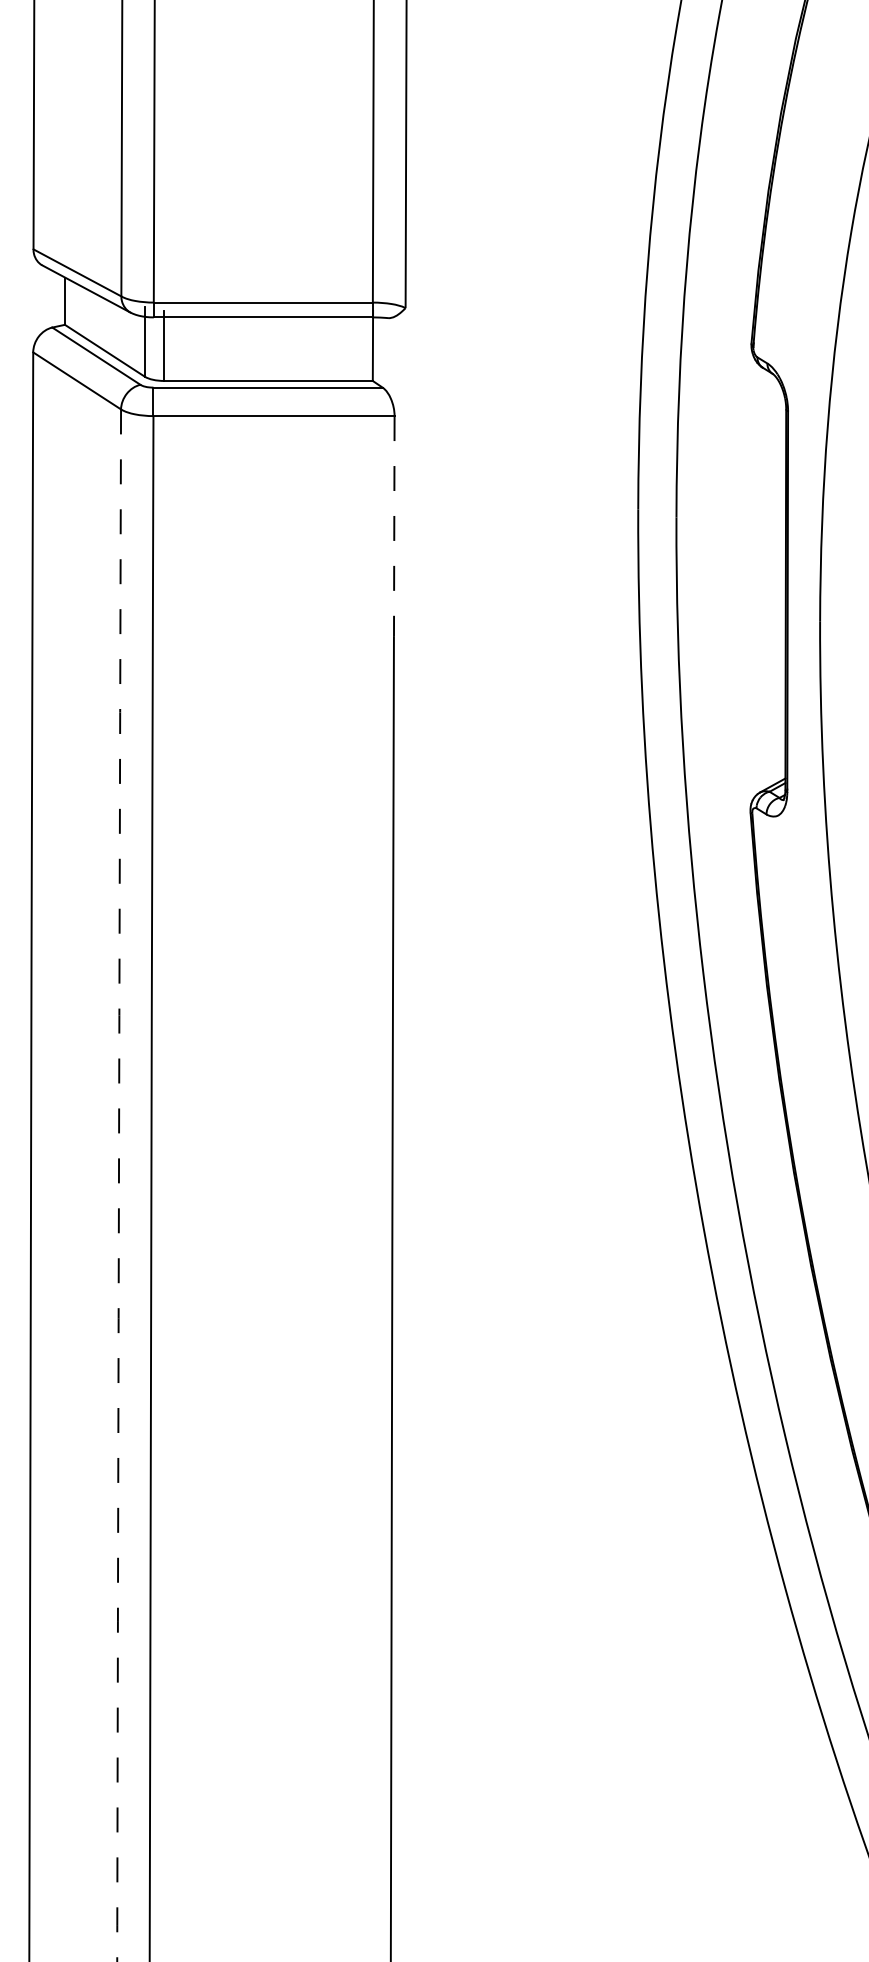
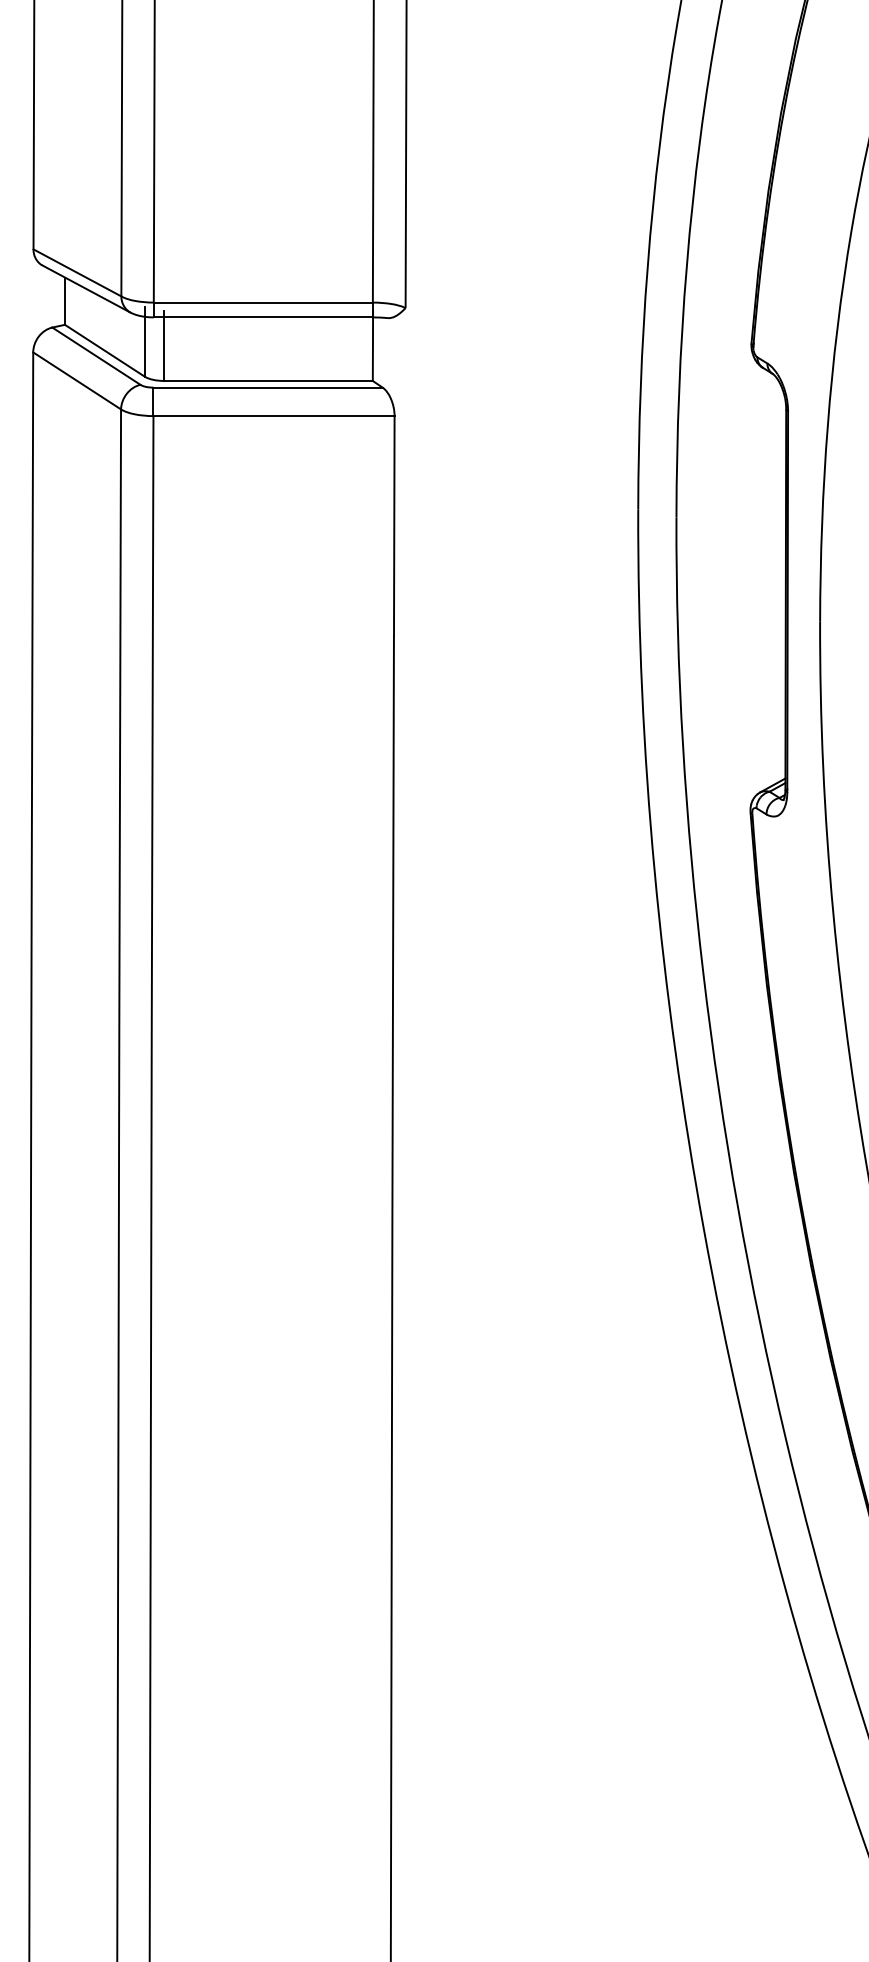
line at (394, 526): dashed -> solid
arc at (119, 1186): dashed -> solid
